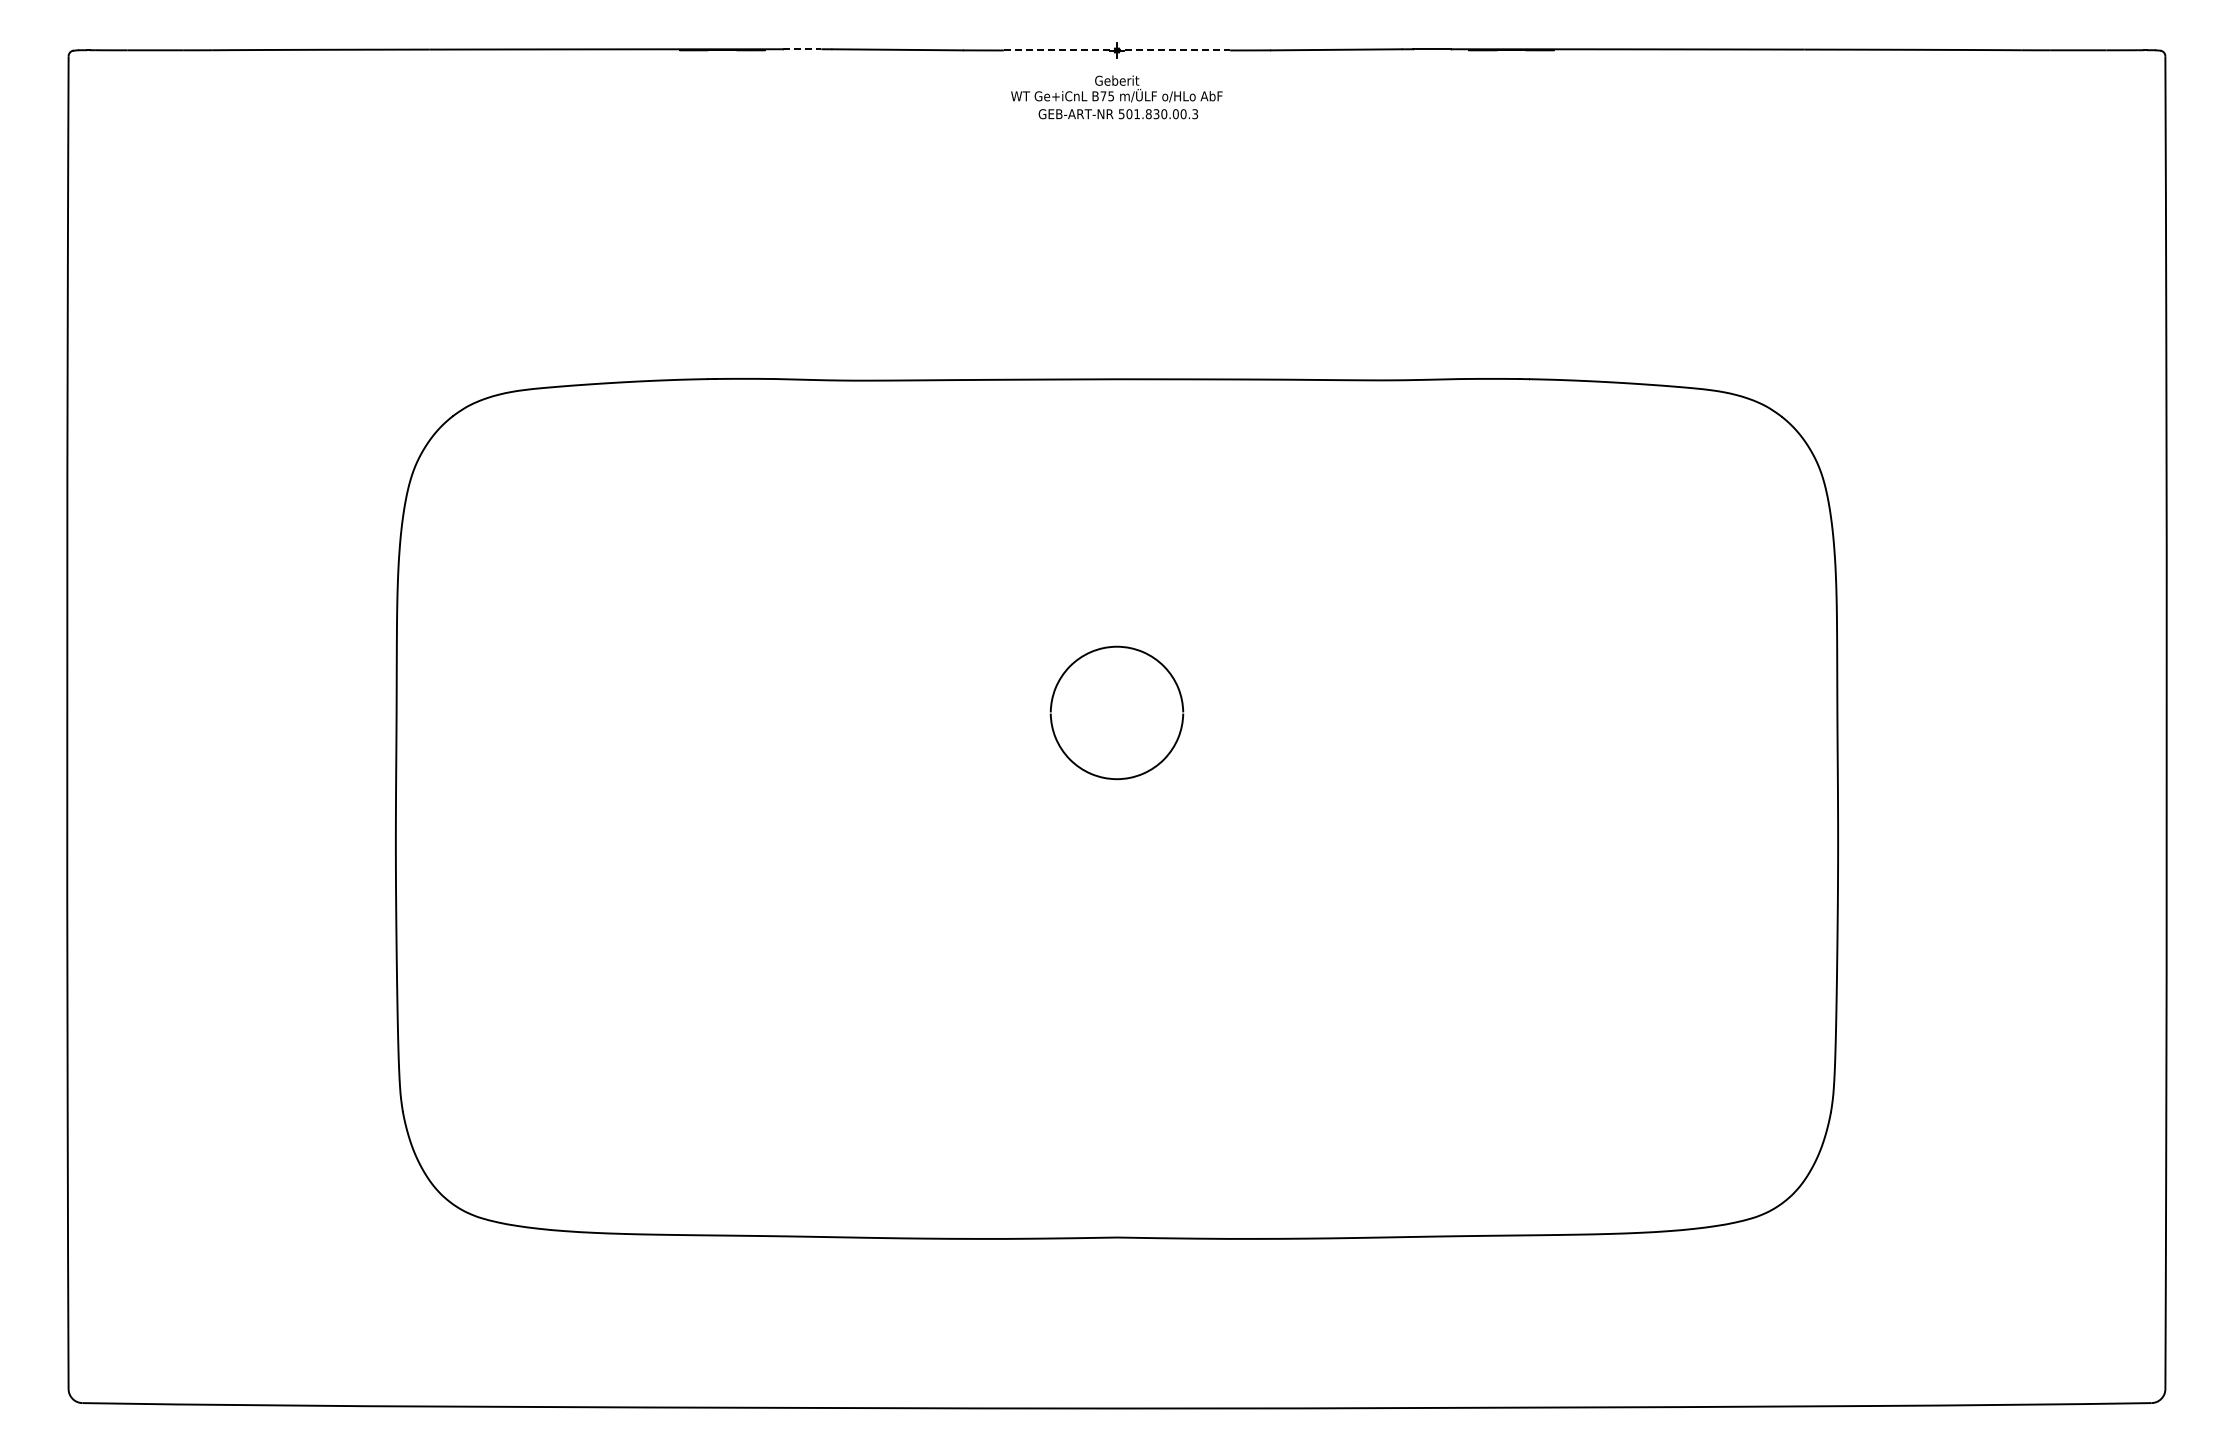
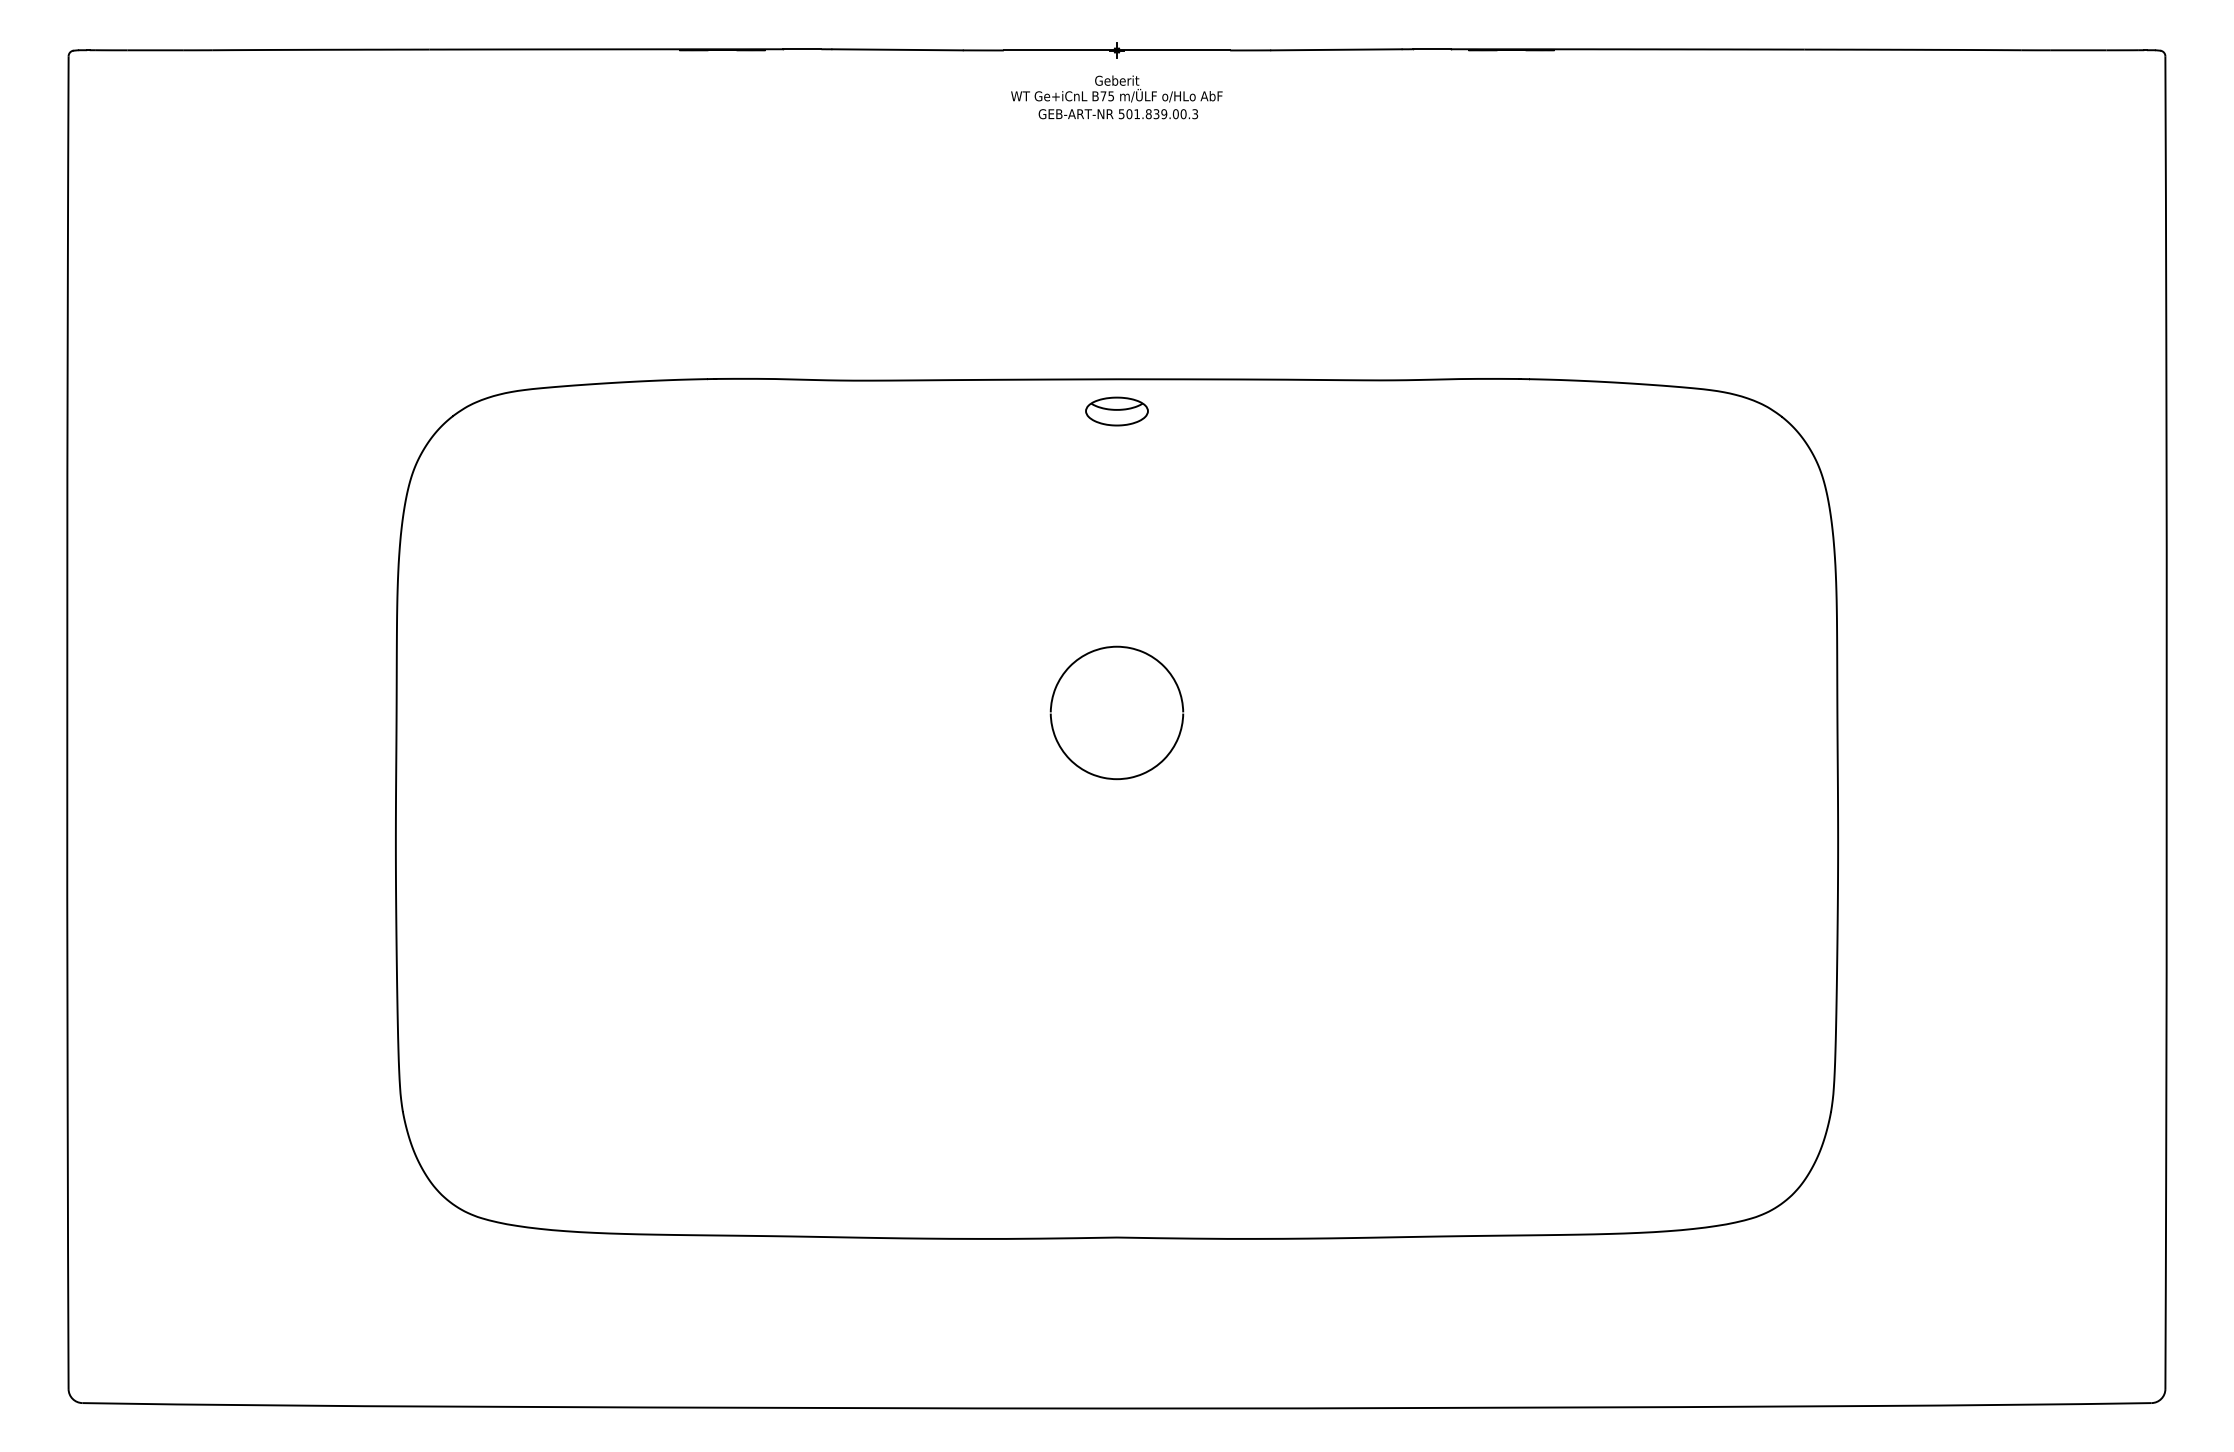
line at (802, 49): dashed -> solid
line at (1117, 50): dashed -> solid
text at (1163, 114): 501.830.00.3 -> 501.839.00.3
part at (1116, 411): none -> present
